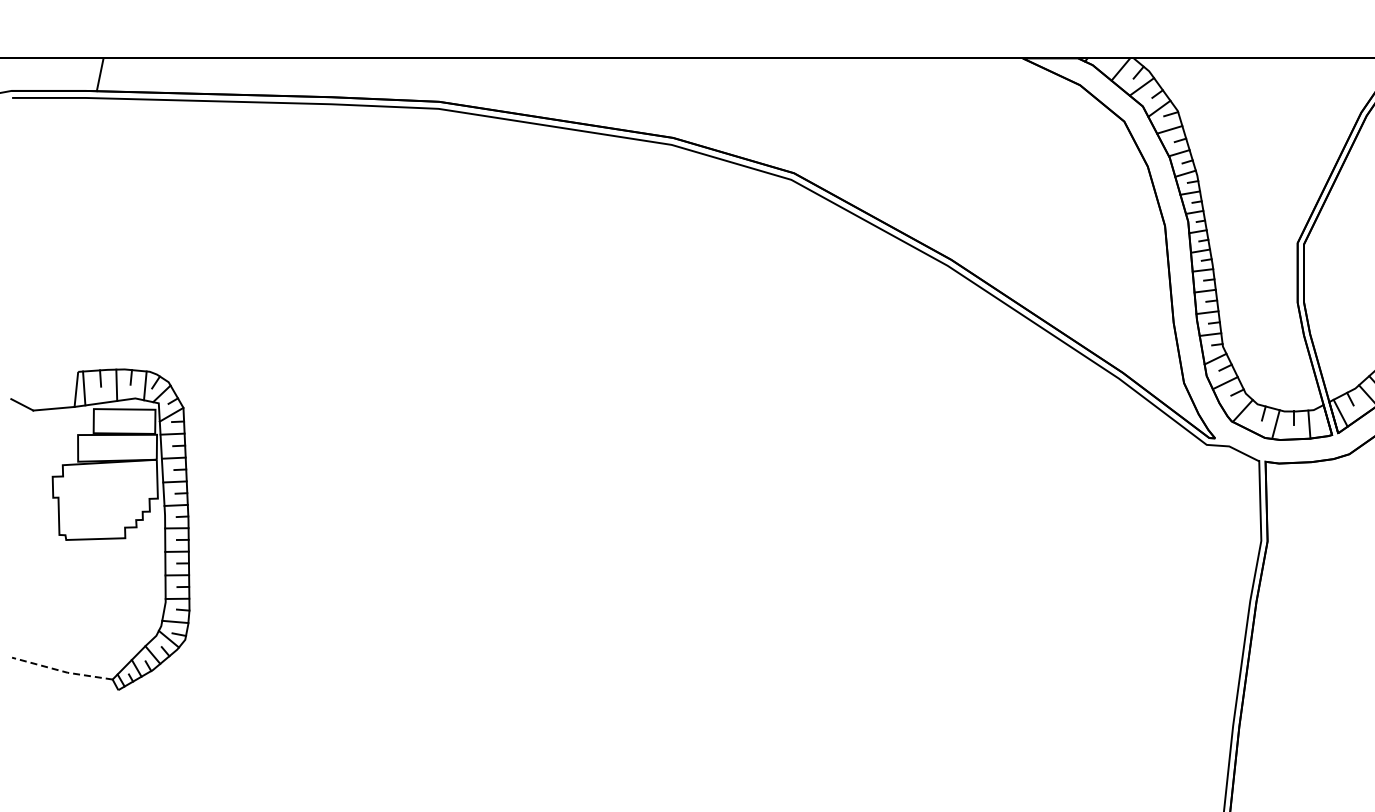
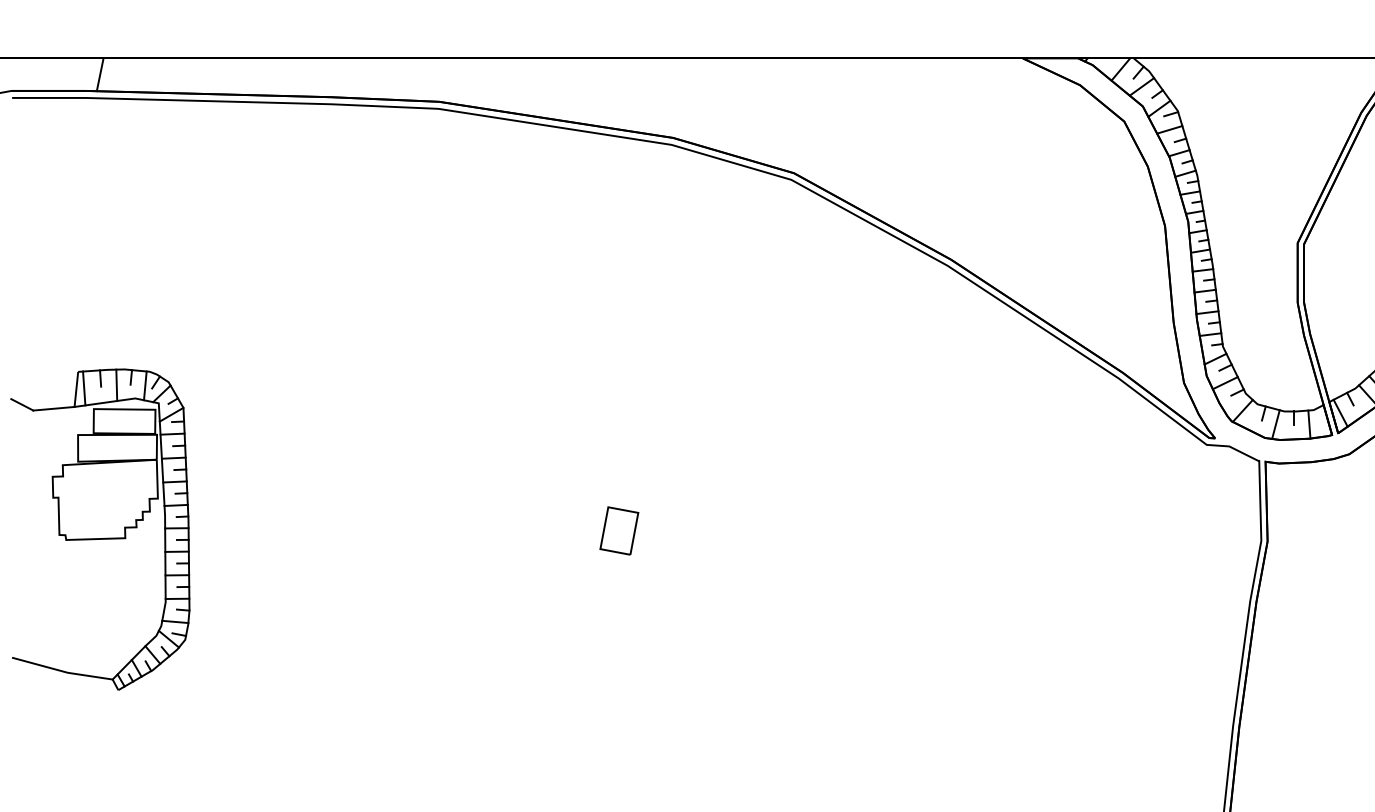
part at (619, 530): none -> present
line at (62, 671): dashed -> solid
